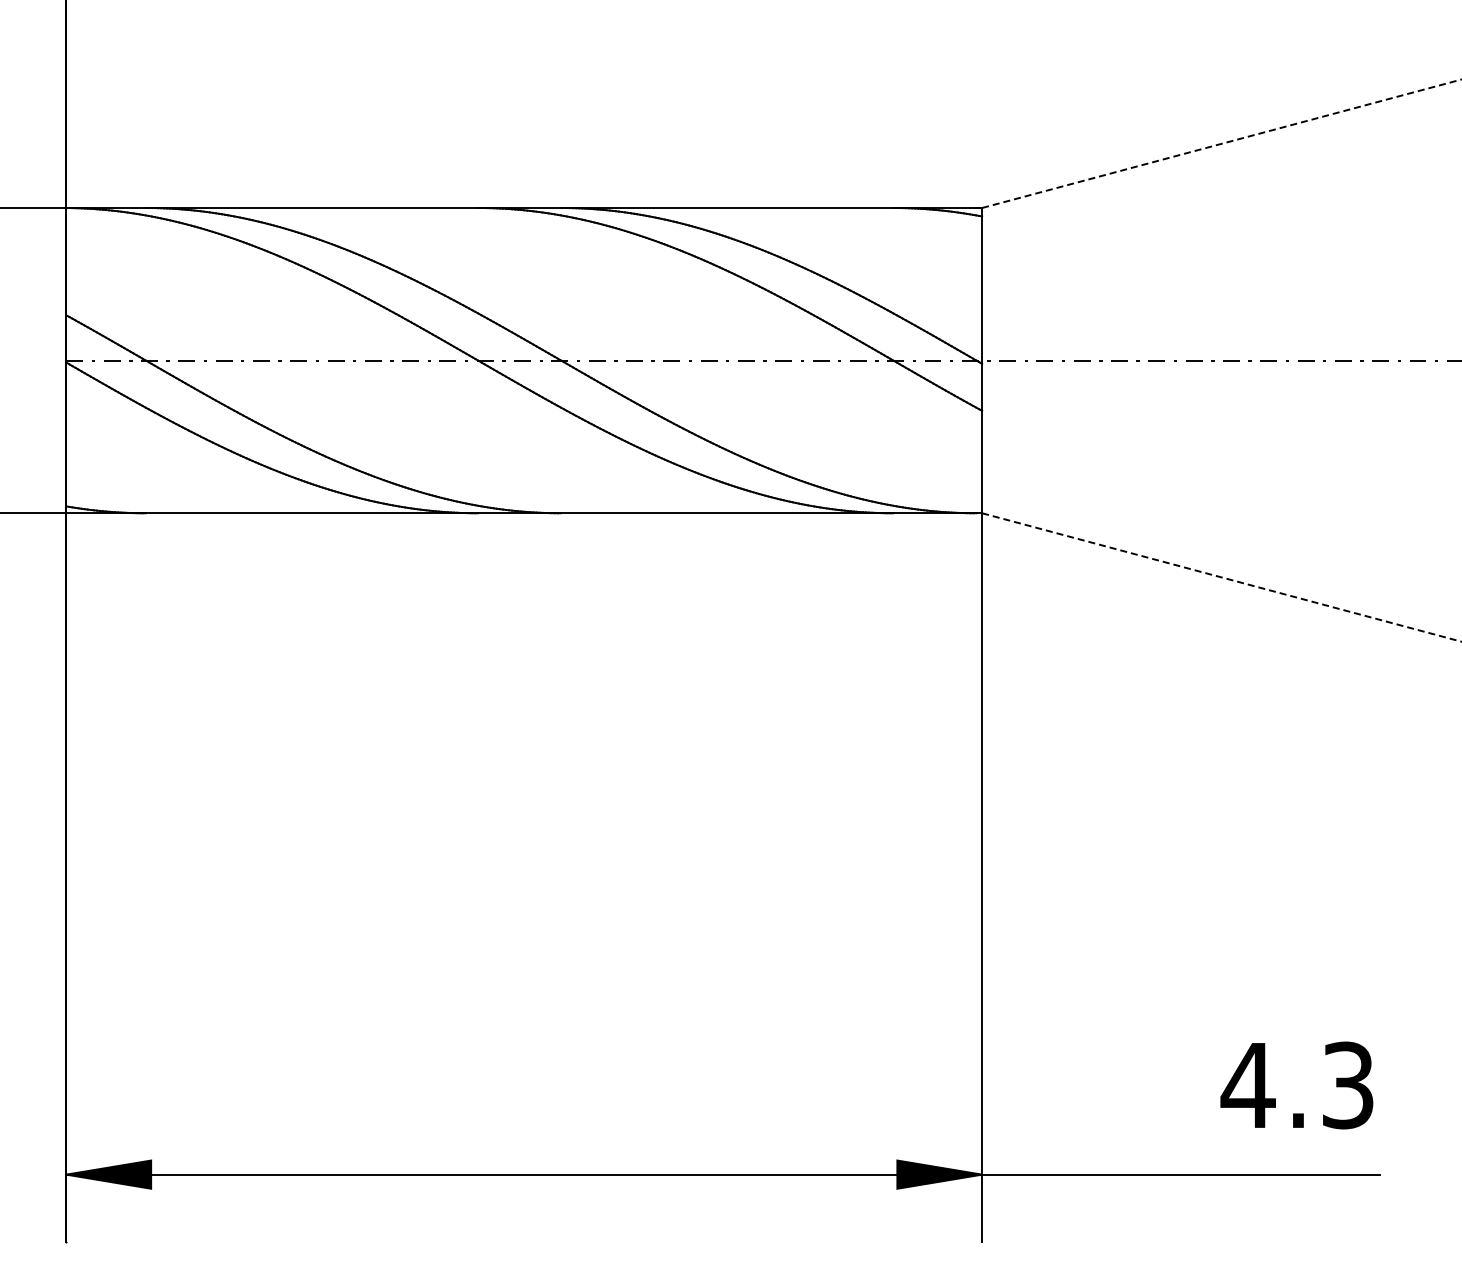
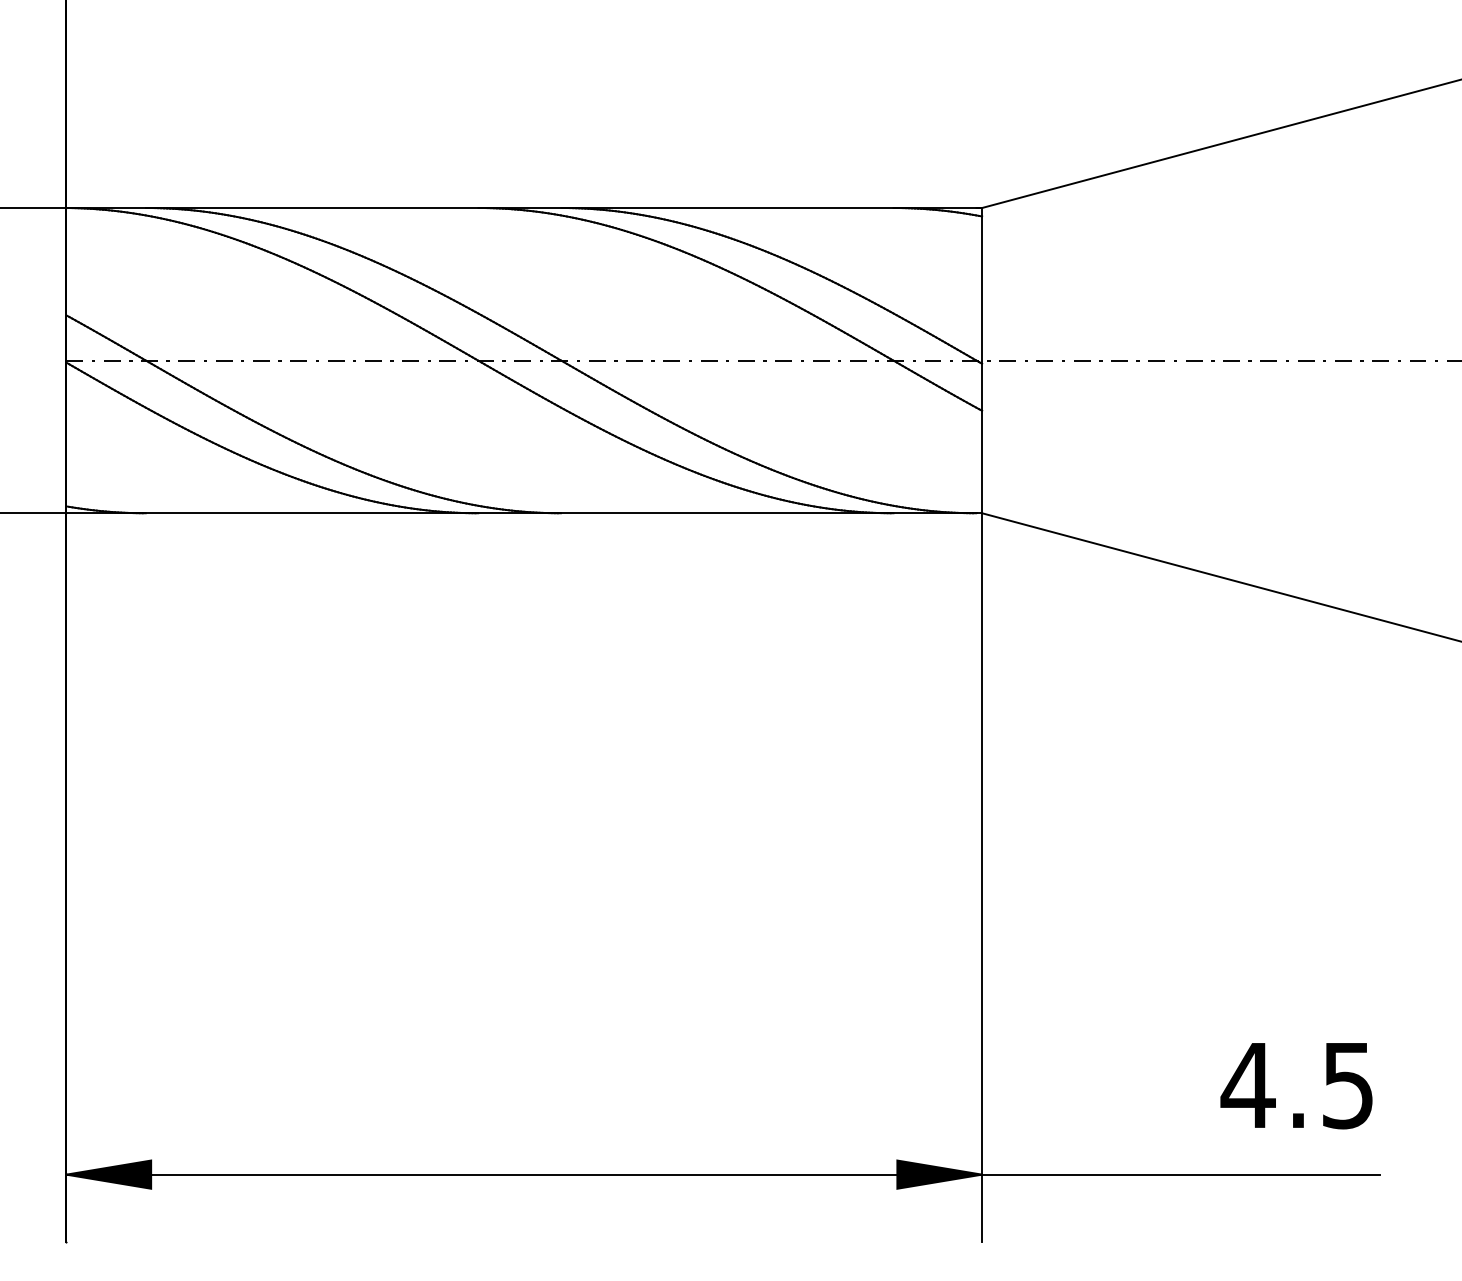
line at (1221, 143): dashed -> solid
line at (1221, 577): dashed -> solid
text at (1348, 1085): 4.3 -> 4.5
